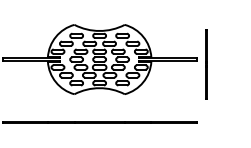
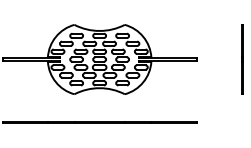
line at (206, 64) position: (206, 64) -> (242, 59)
